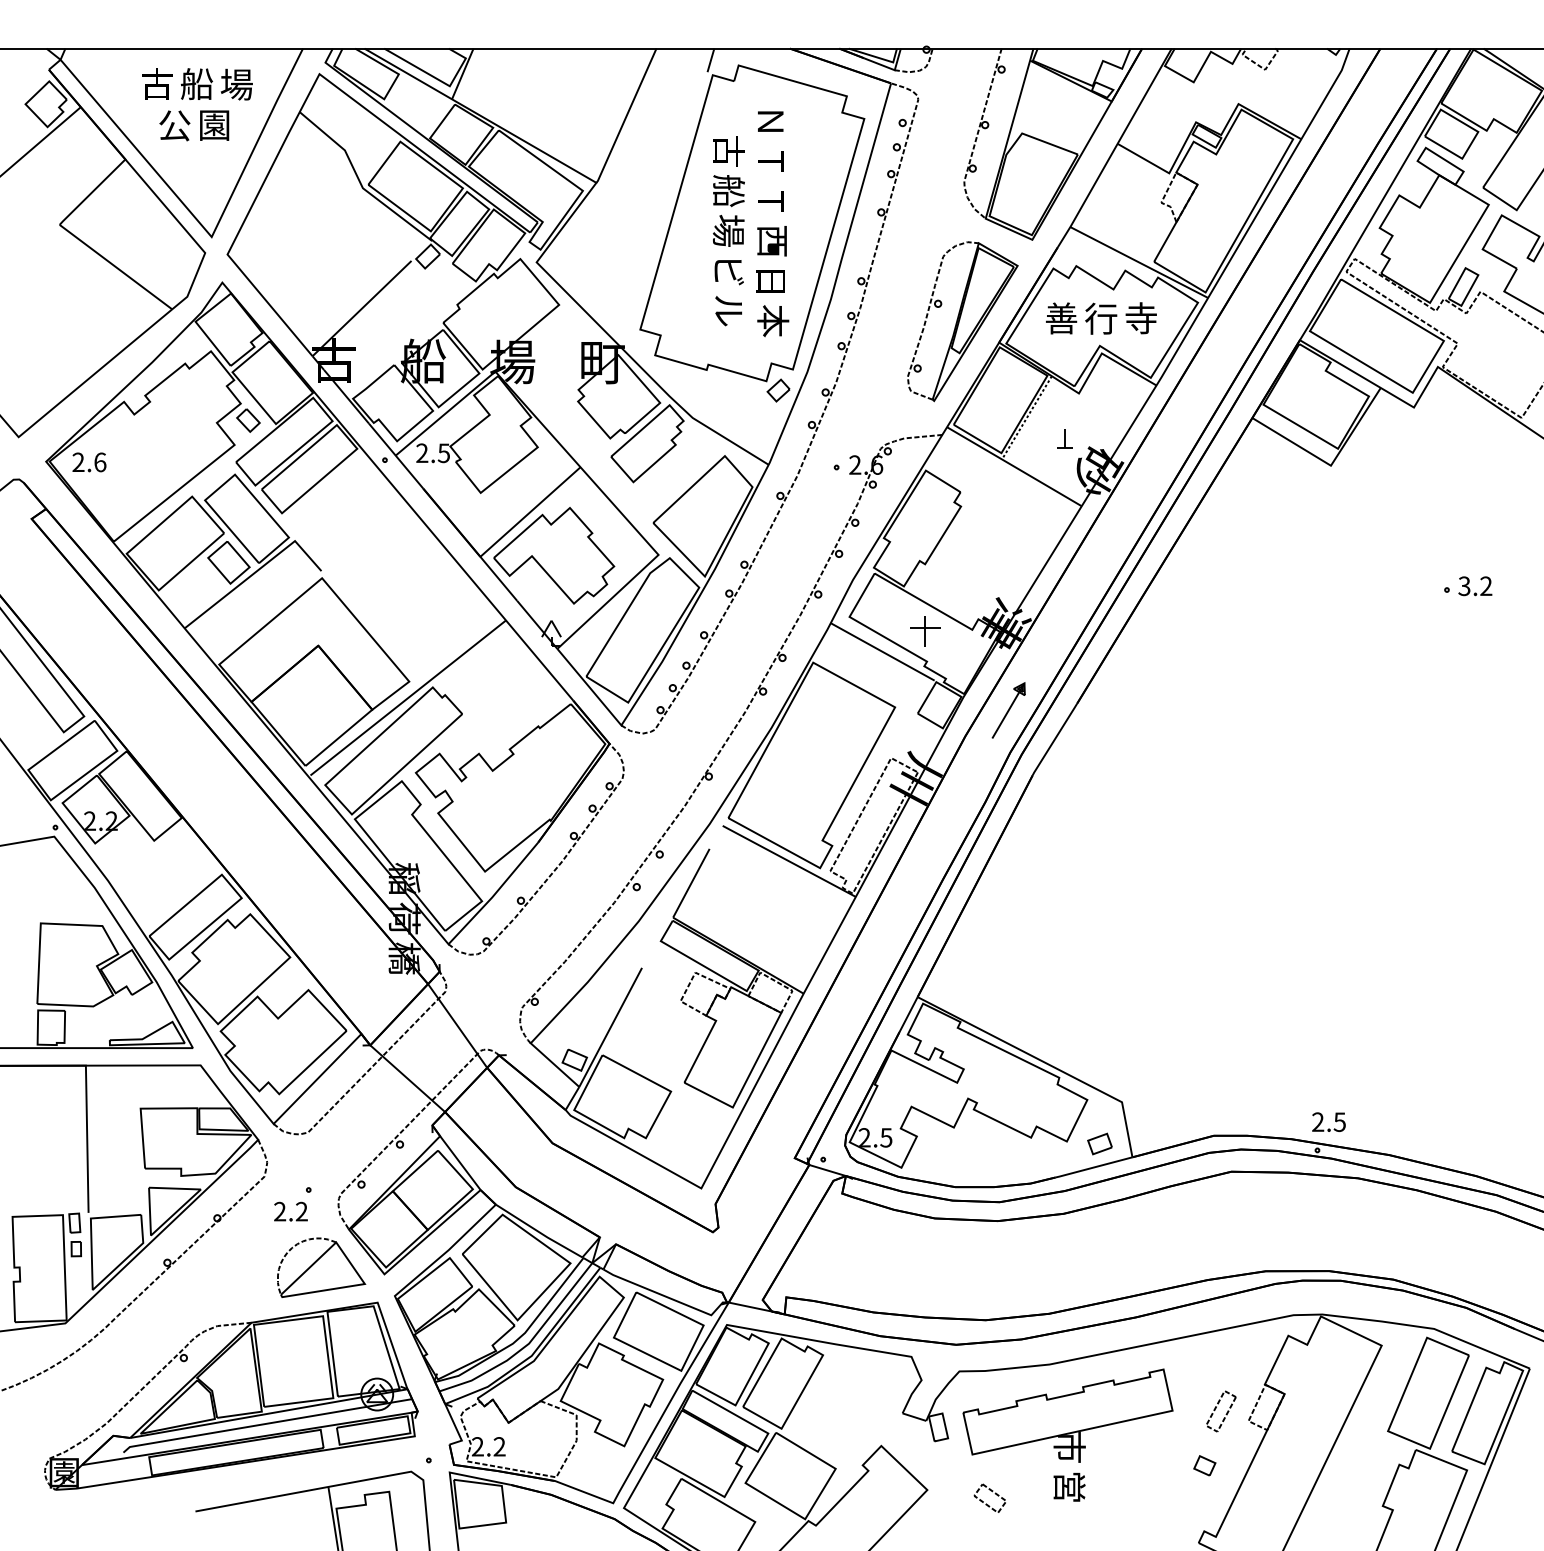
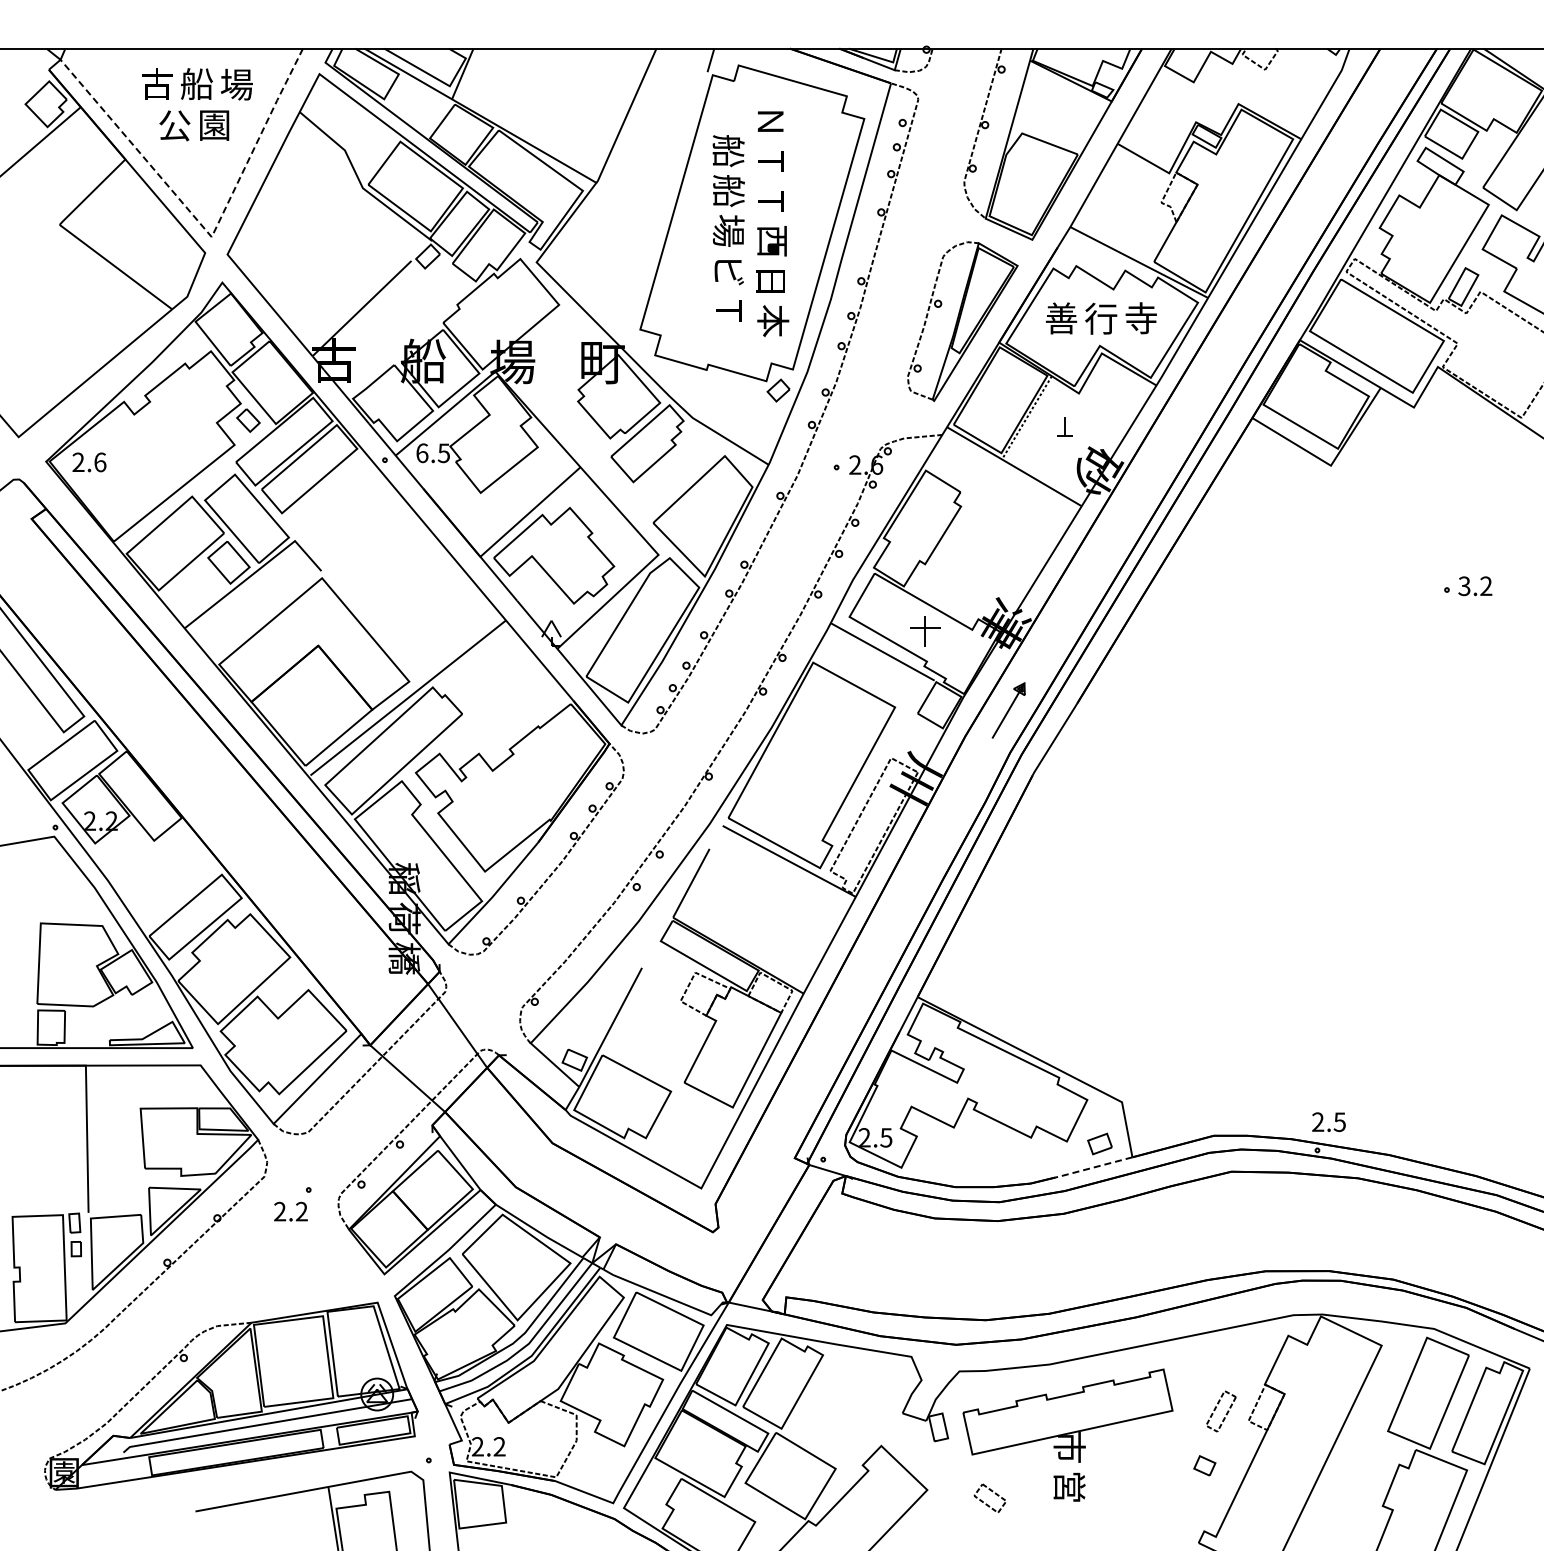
text at (728, 151): 古 -> 船
line at (204, 228): solid -> dashed
text at (728, 311): ル -> Ｔ
part at (1064, 438) position: (1064, 438) -> (1064, 426)
text at (422, 453): 2.5 -> 6.5
line at (1093, 1167): solid -> dashed
part at (321, 1267): present -> none
